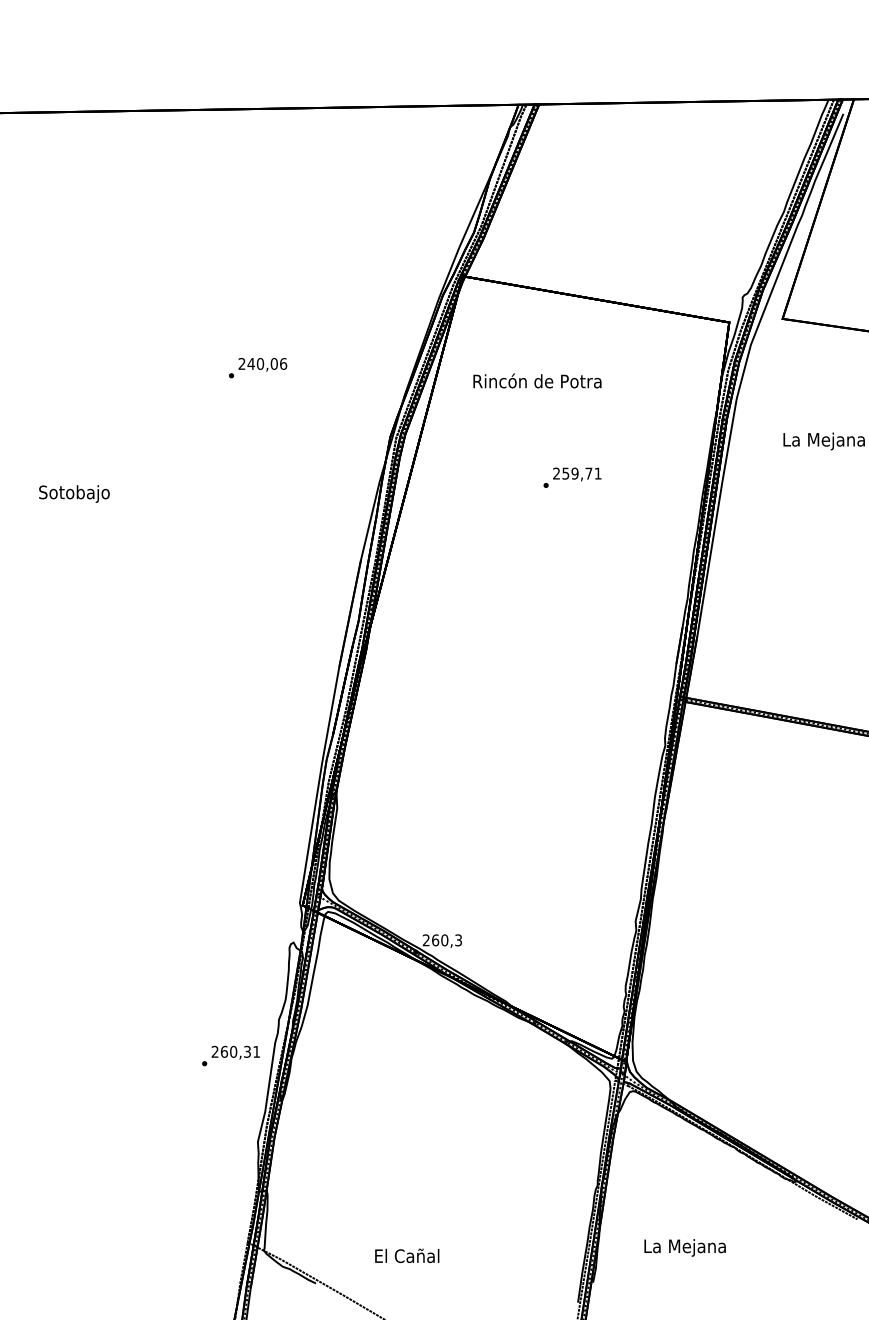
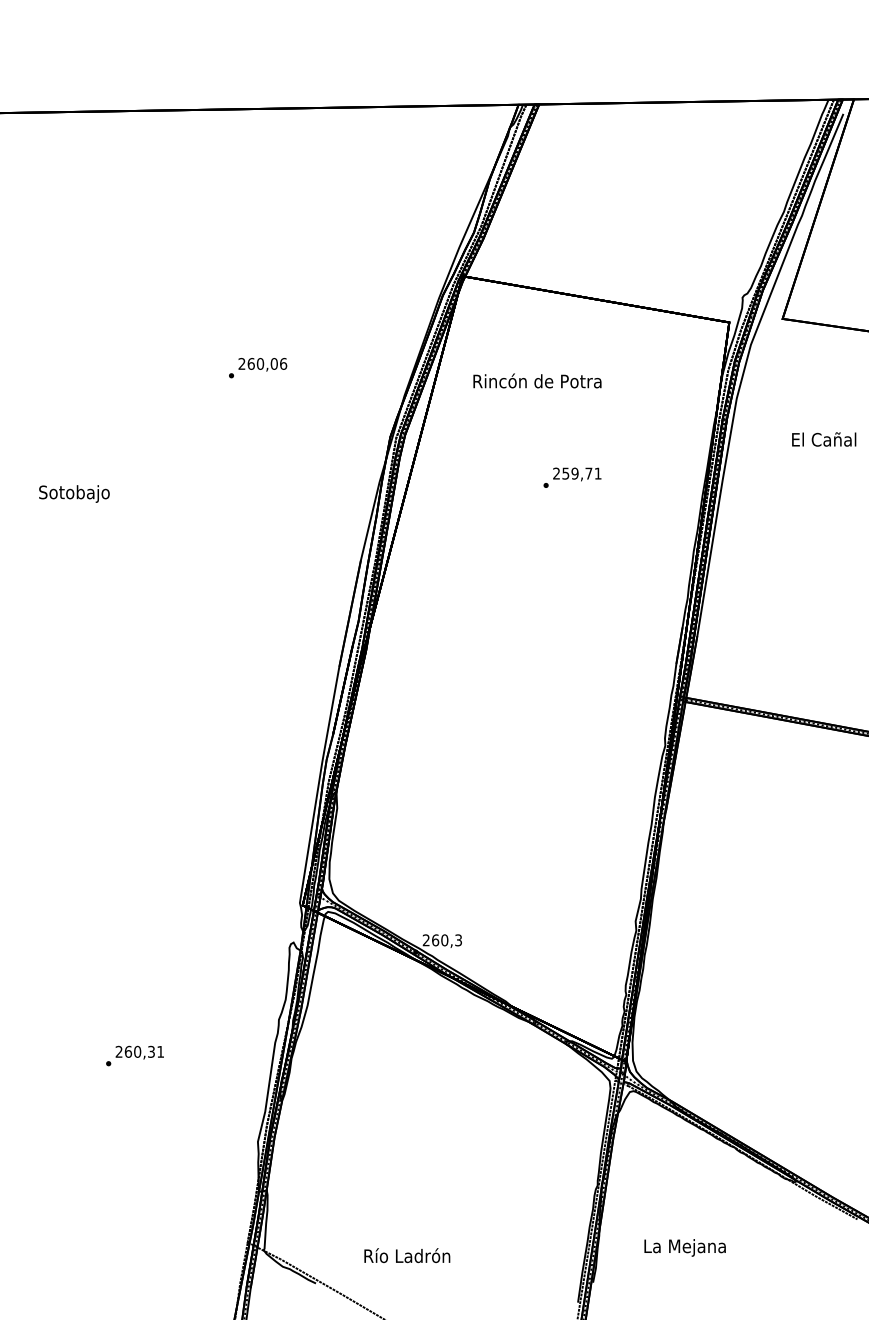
text at (251, 363): 240,06 -> 260,06
text at (823, 441): La Mejana -> El Cañal
text at (230, 1055) position: (230, 1055) -> (134, 1055)
text at (407, 1255): El Cañal -> Río Ladrón
